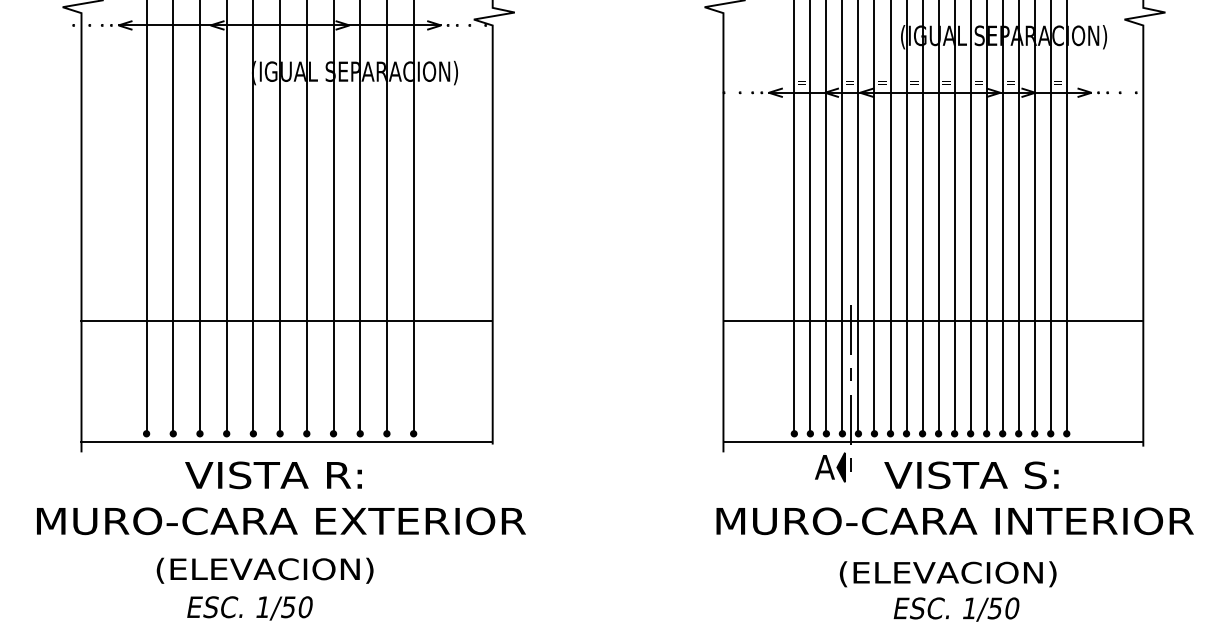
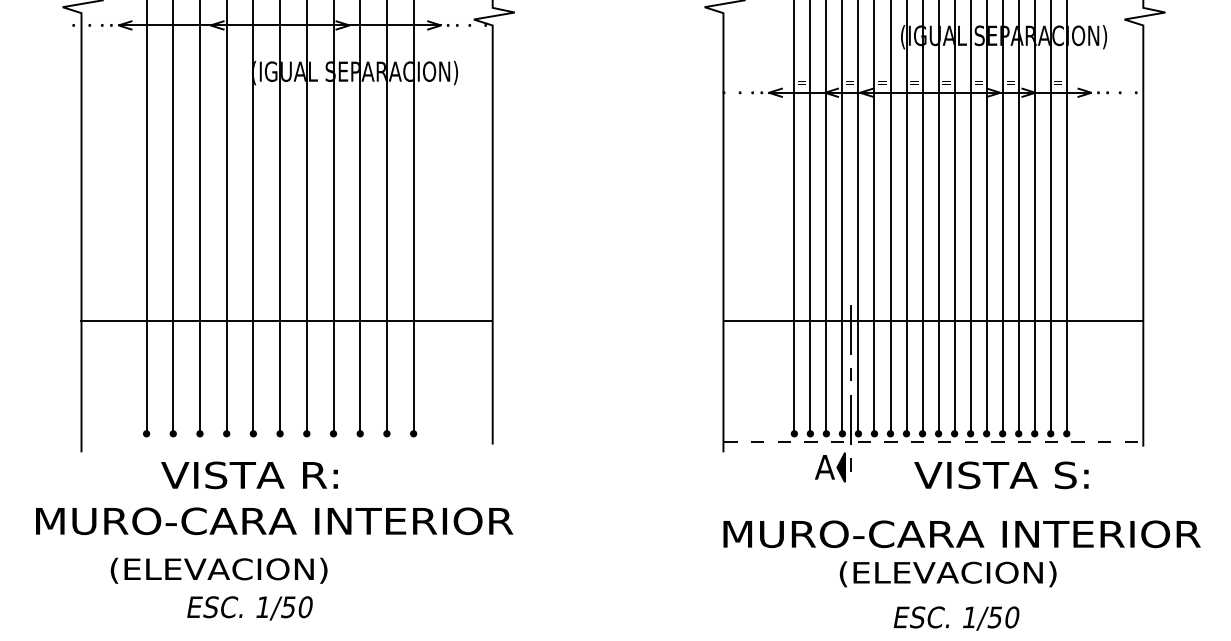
line at (286, 441): present -> none
line at (933, 441): solid -> dashed
text at (273, 475) position: (273, 475) -> (249, 475)
text at (971, 475) position: (971, 475) -> (1001, 475)
text at (280, 521): MURO-CARA EXTERIOR -> MURO-CARA INTERIOR
text at (954, 521) position: (954, 521) -> (961, 534)
text at (264, 570) position: (264, 570) -> (218, 570)
text at (956, 609) position: (956, 609) -> (956, 618)
